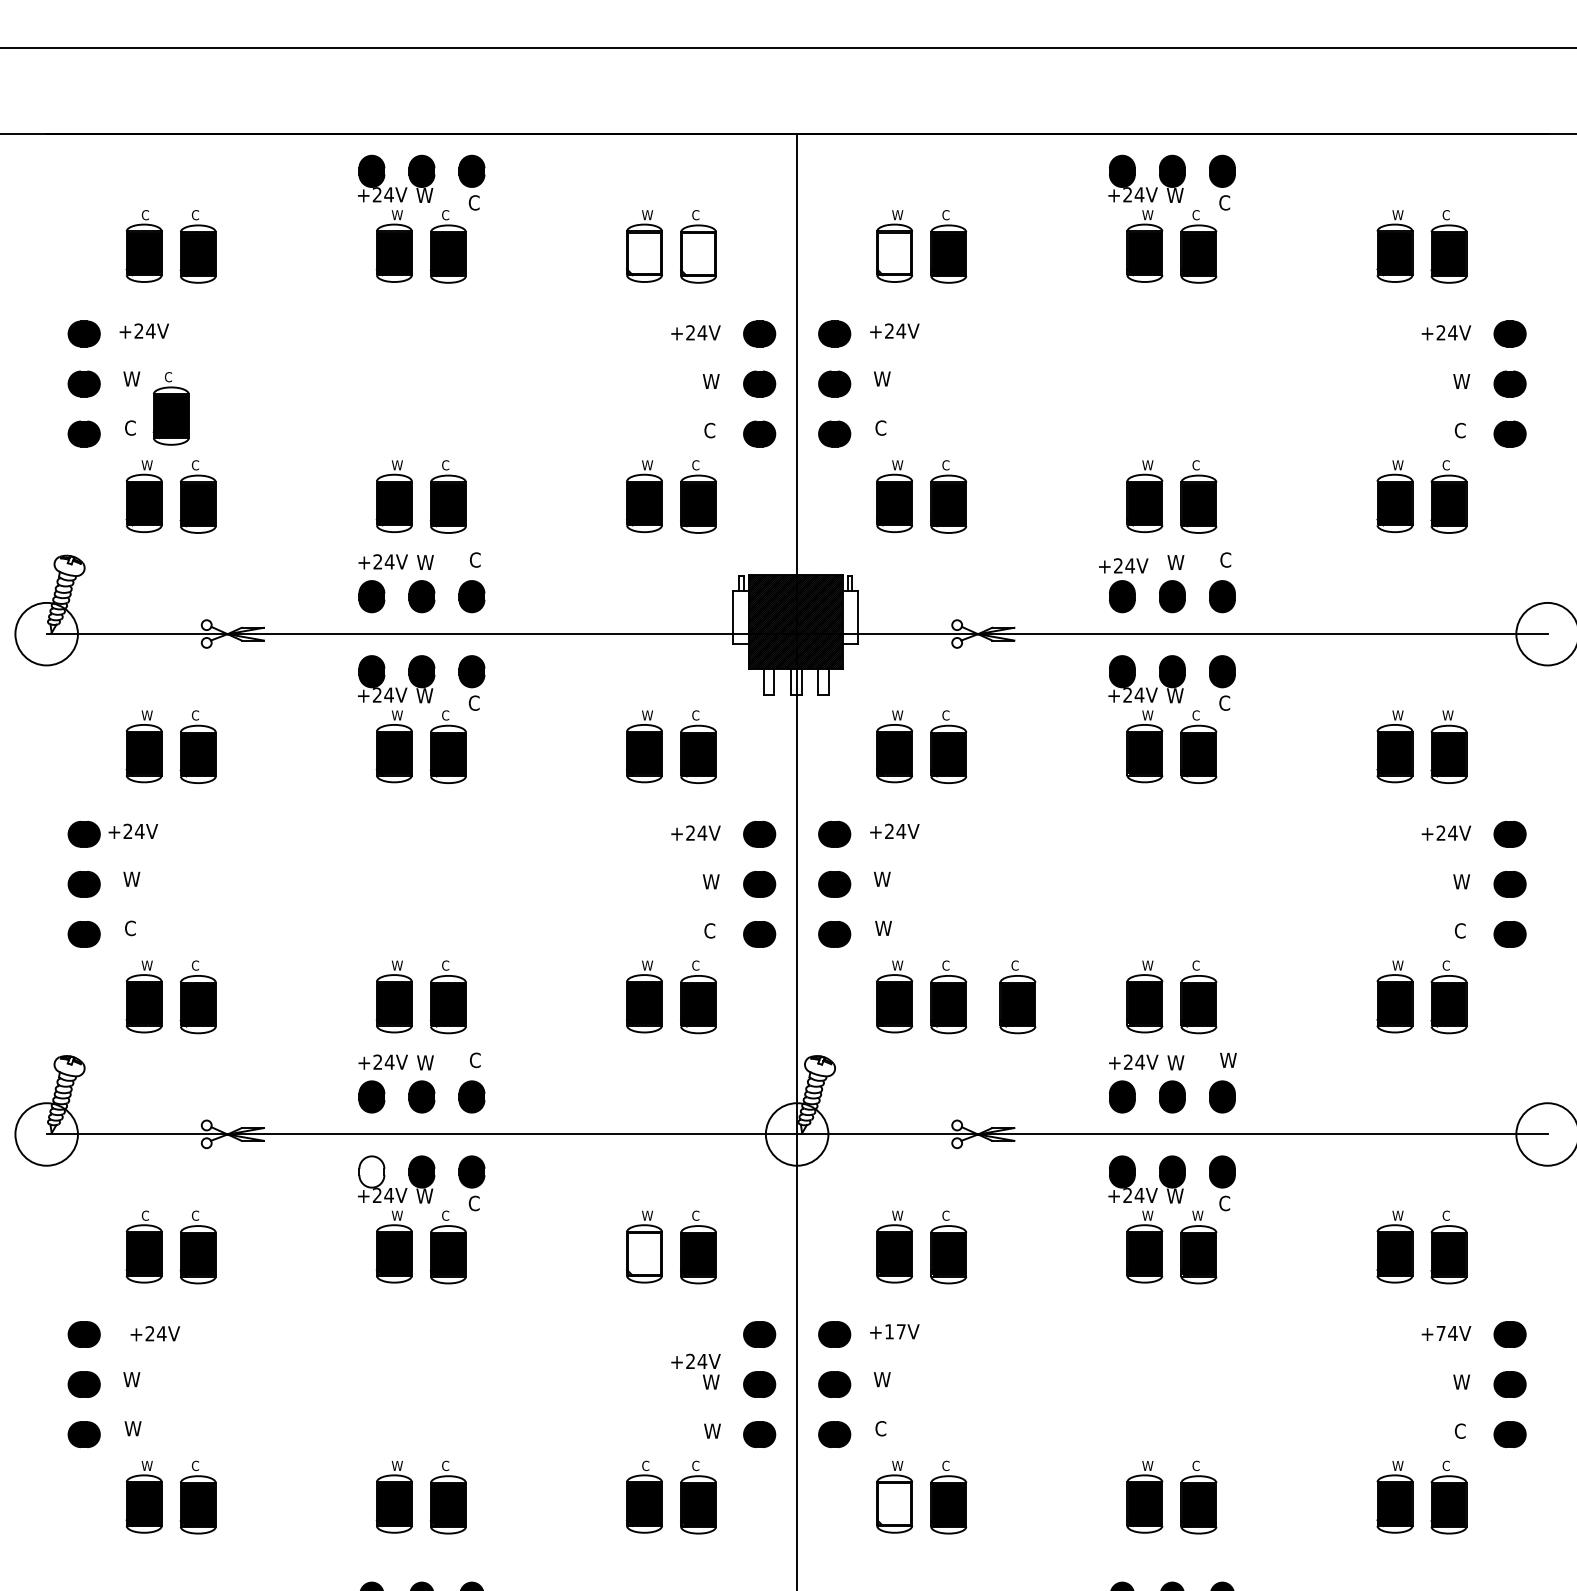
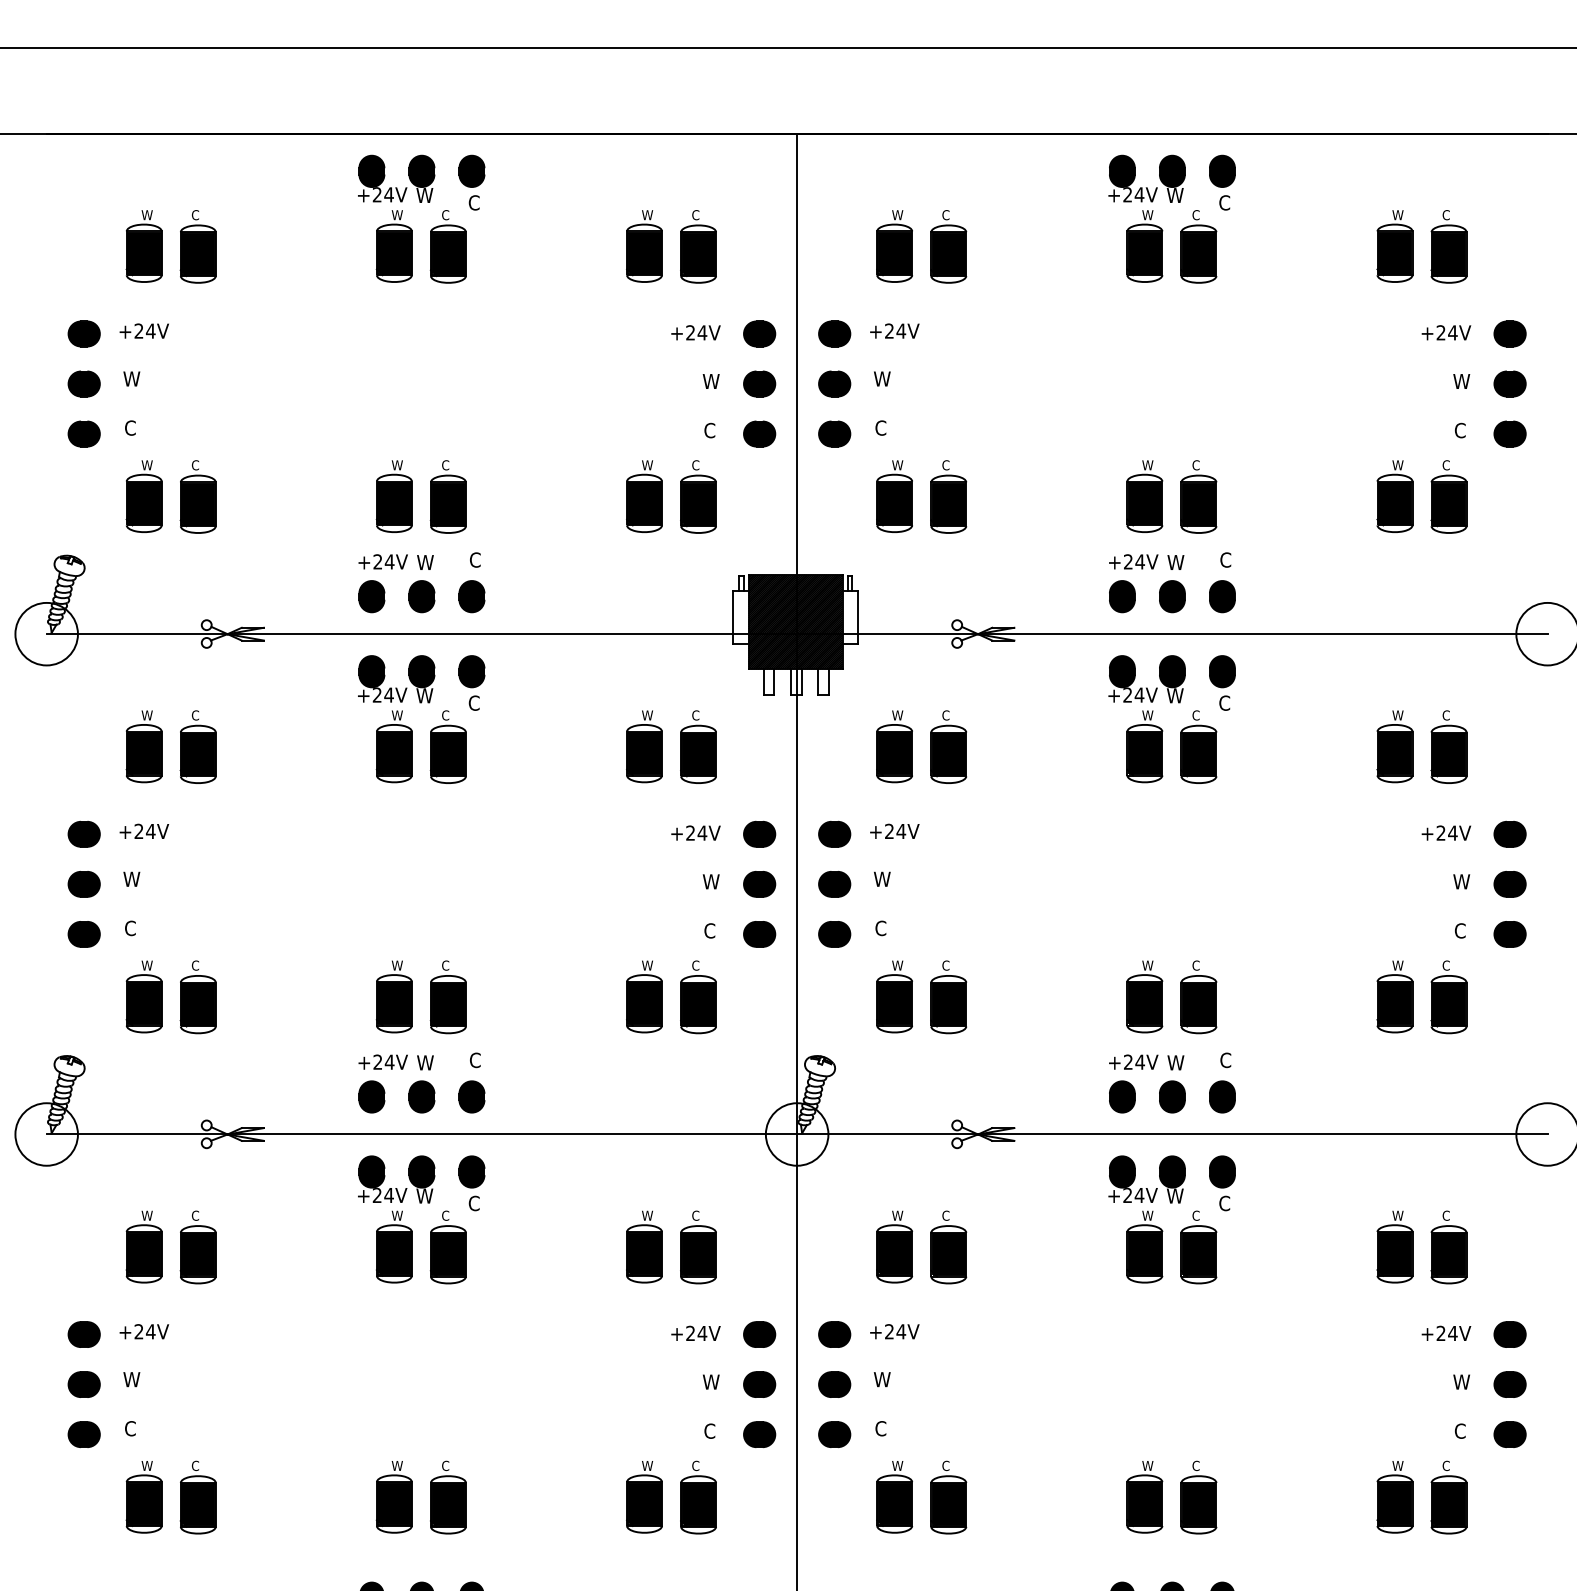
text at (146, 215): C -> W
fill at (644, 252): none -> present
fill at (894, 252): none -> present
fill at (698, 253): none -> present
part at (170, 408): present -> none
text at (1123, 565) position: (1123, 565) -> (1133, 561)
text at (1447, 715): W -> C
text at (133, 830) position: (133, 830) -> (144, 830)
text at (883, 928): W -> C
part at (1017, 997): present -> none
text at (1228, 1060): W -> C
fill at (371, 1171): none -> present
text at (146, 1215): C -> W
text at (1197, 1215): W -> C
fill at (644, 1253): none -> present
text at (895, 1331): +17V -> +24V
text at (1440, 1332): +74V -> +24V
text at (155, 1333) position: (155, 1333) -> (144, 1331)
text at (695, 1360) position: (695, 1360) -> (695, 1332)
text at (132, 1428): W -> C
text at (712, 1430): W -> C
text at (647, 1465): C -> W
fill at (894, 1503): none -> present
